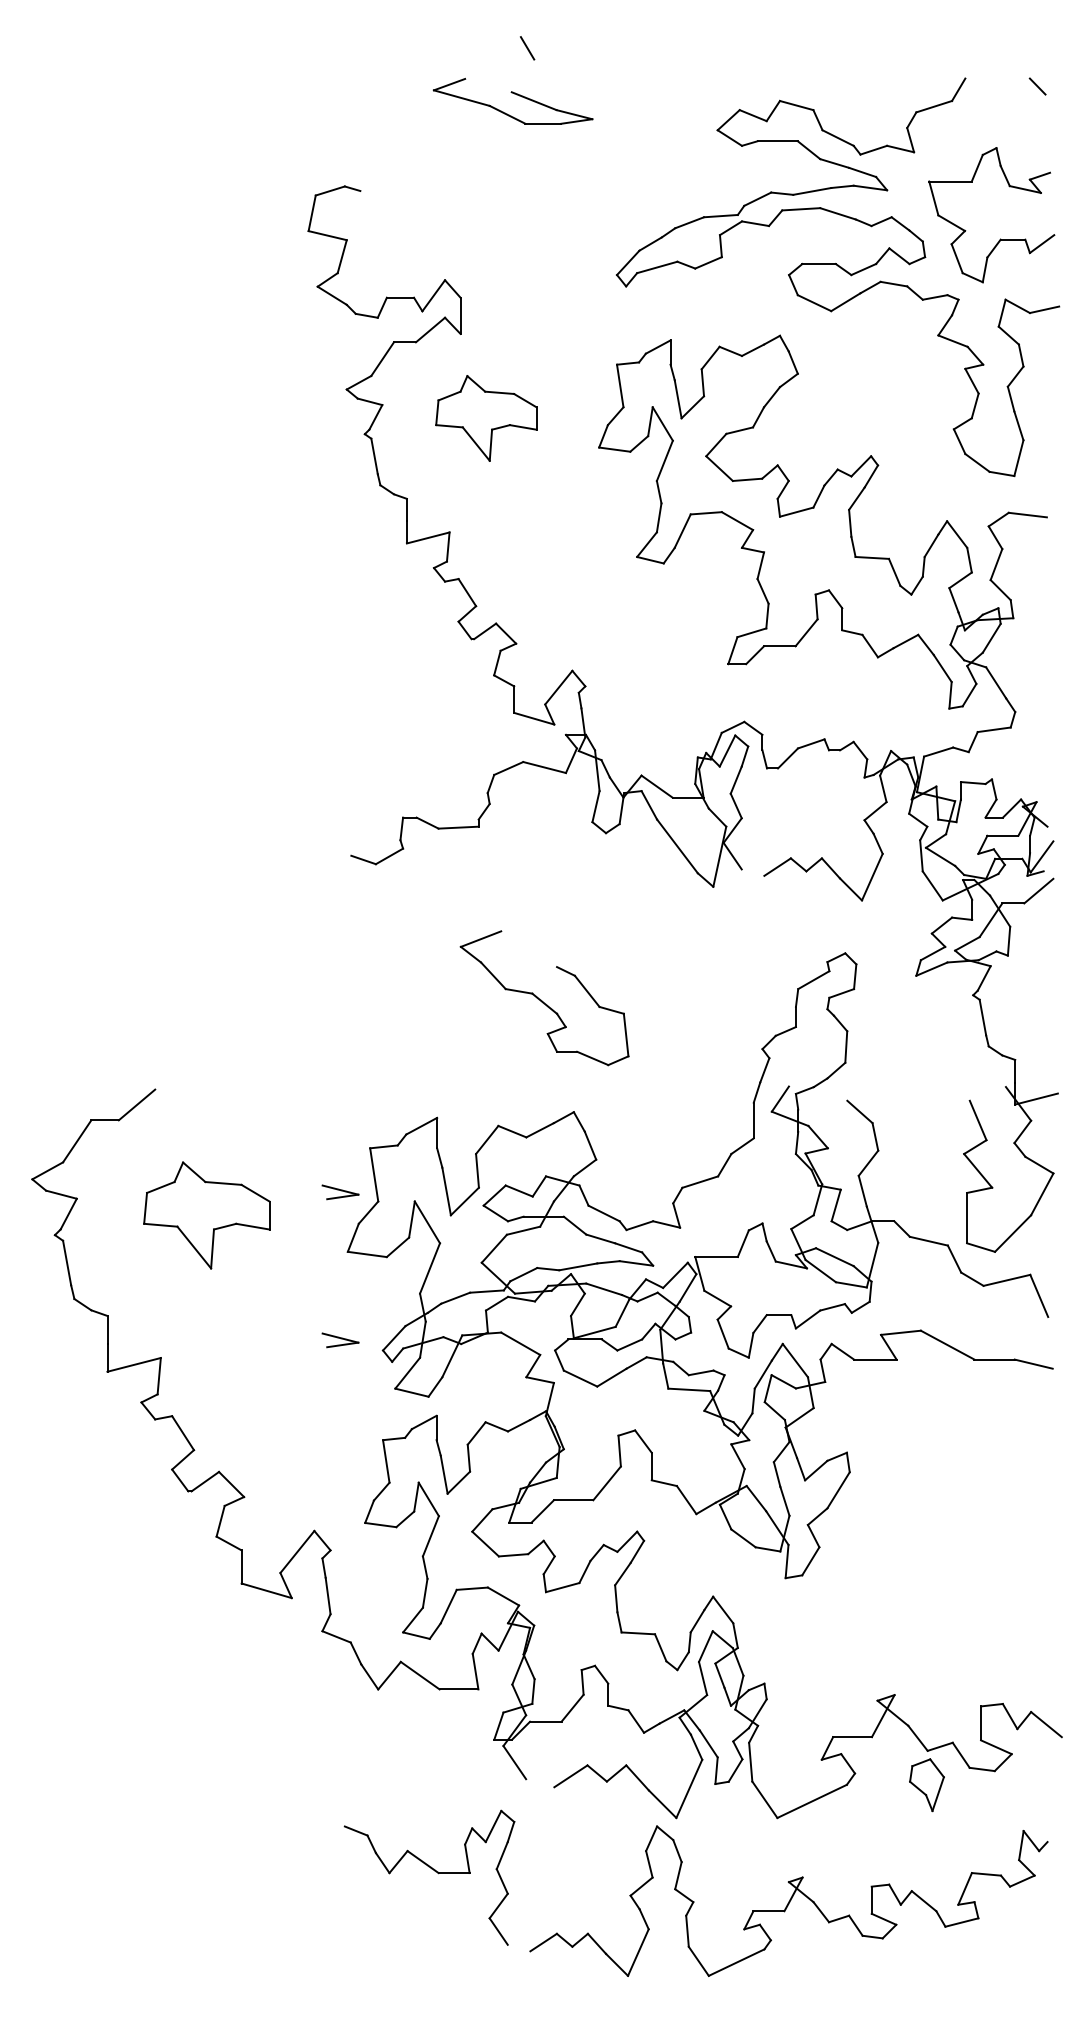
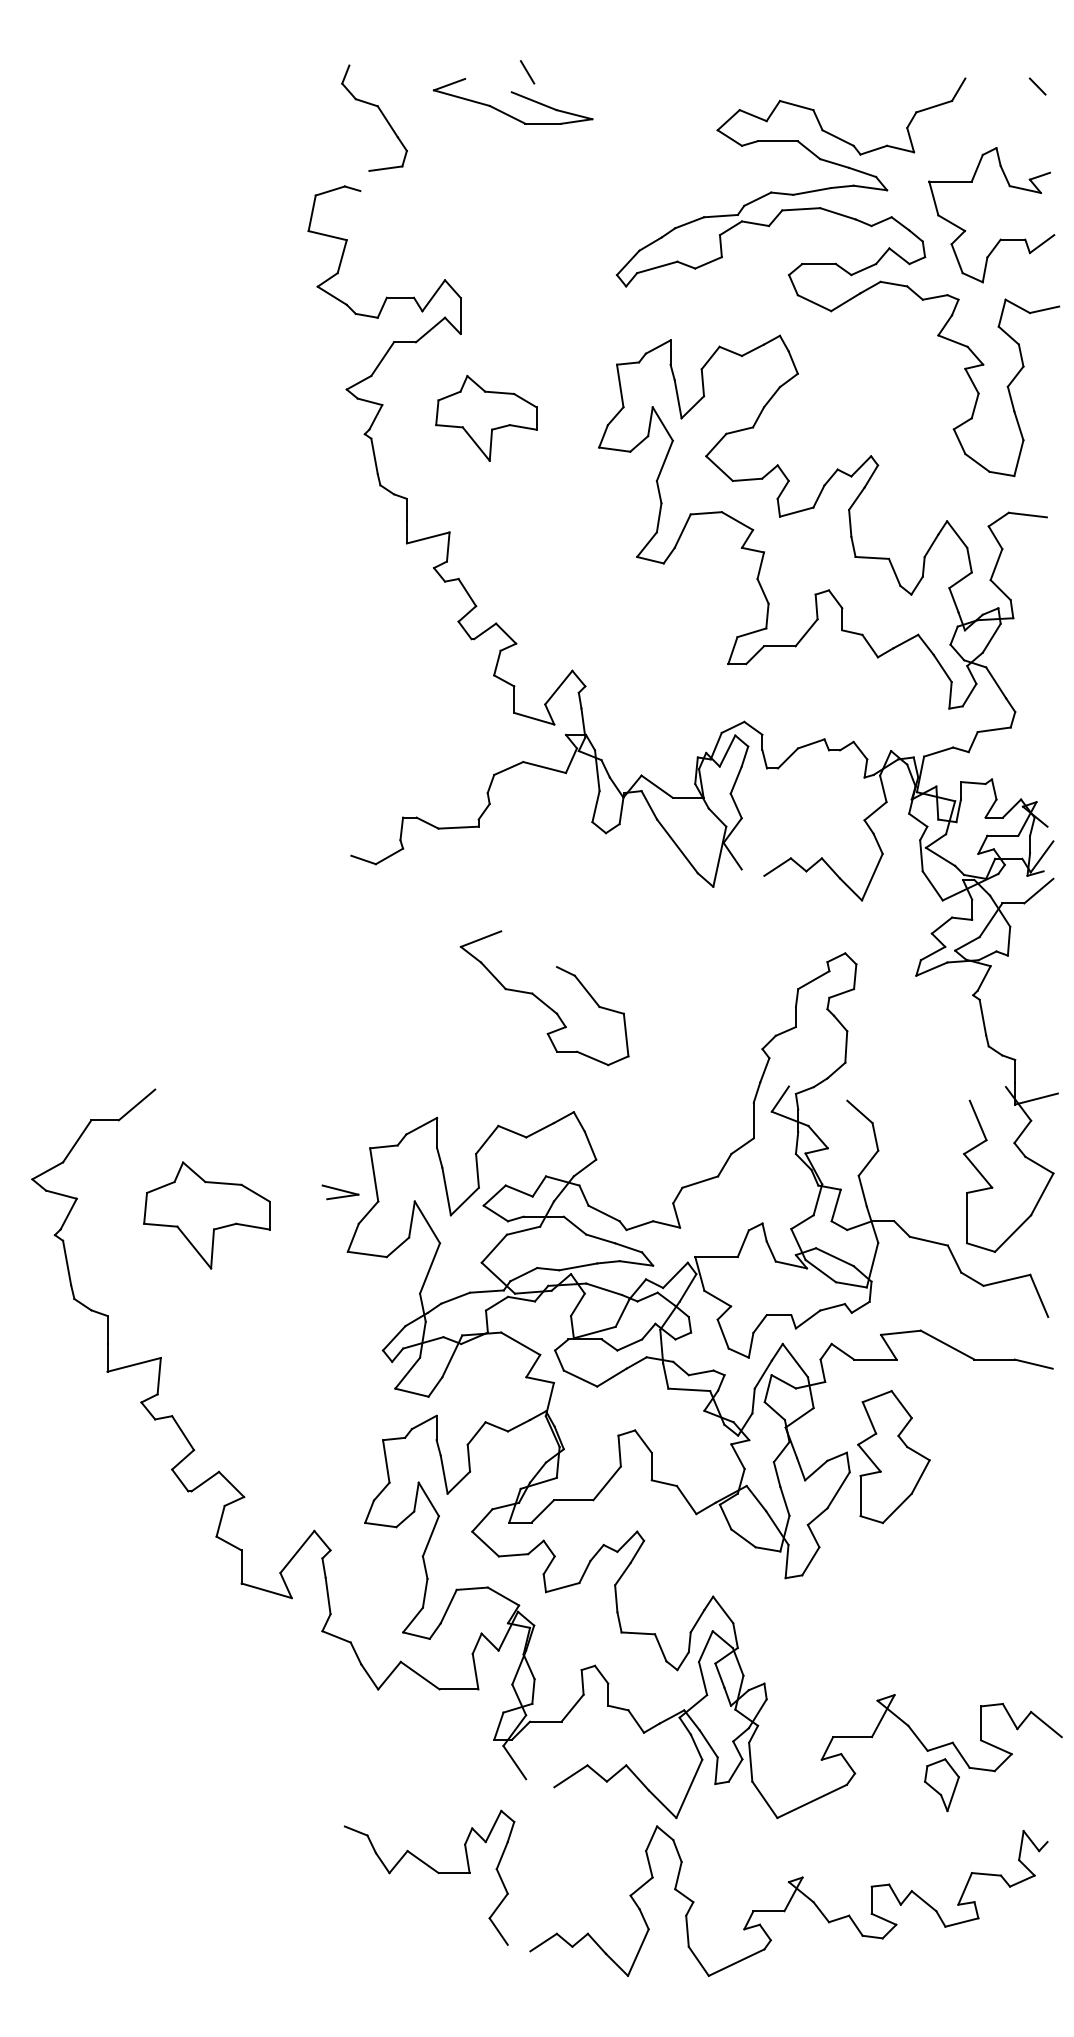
line at (527, 48) position: (527, 48) -> (527, 72)
part at (380, 112): none -> present
part at (340, 1340): present -> none
part at (893, 1456): none -> present
part at (926, 1785) position: (926, 1785) -> (941, 1785)
